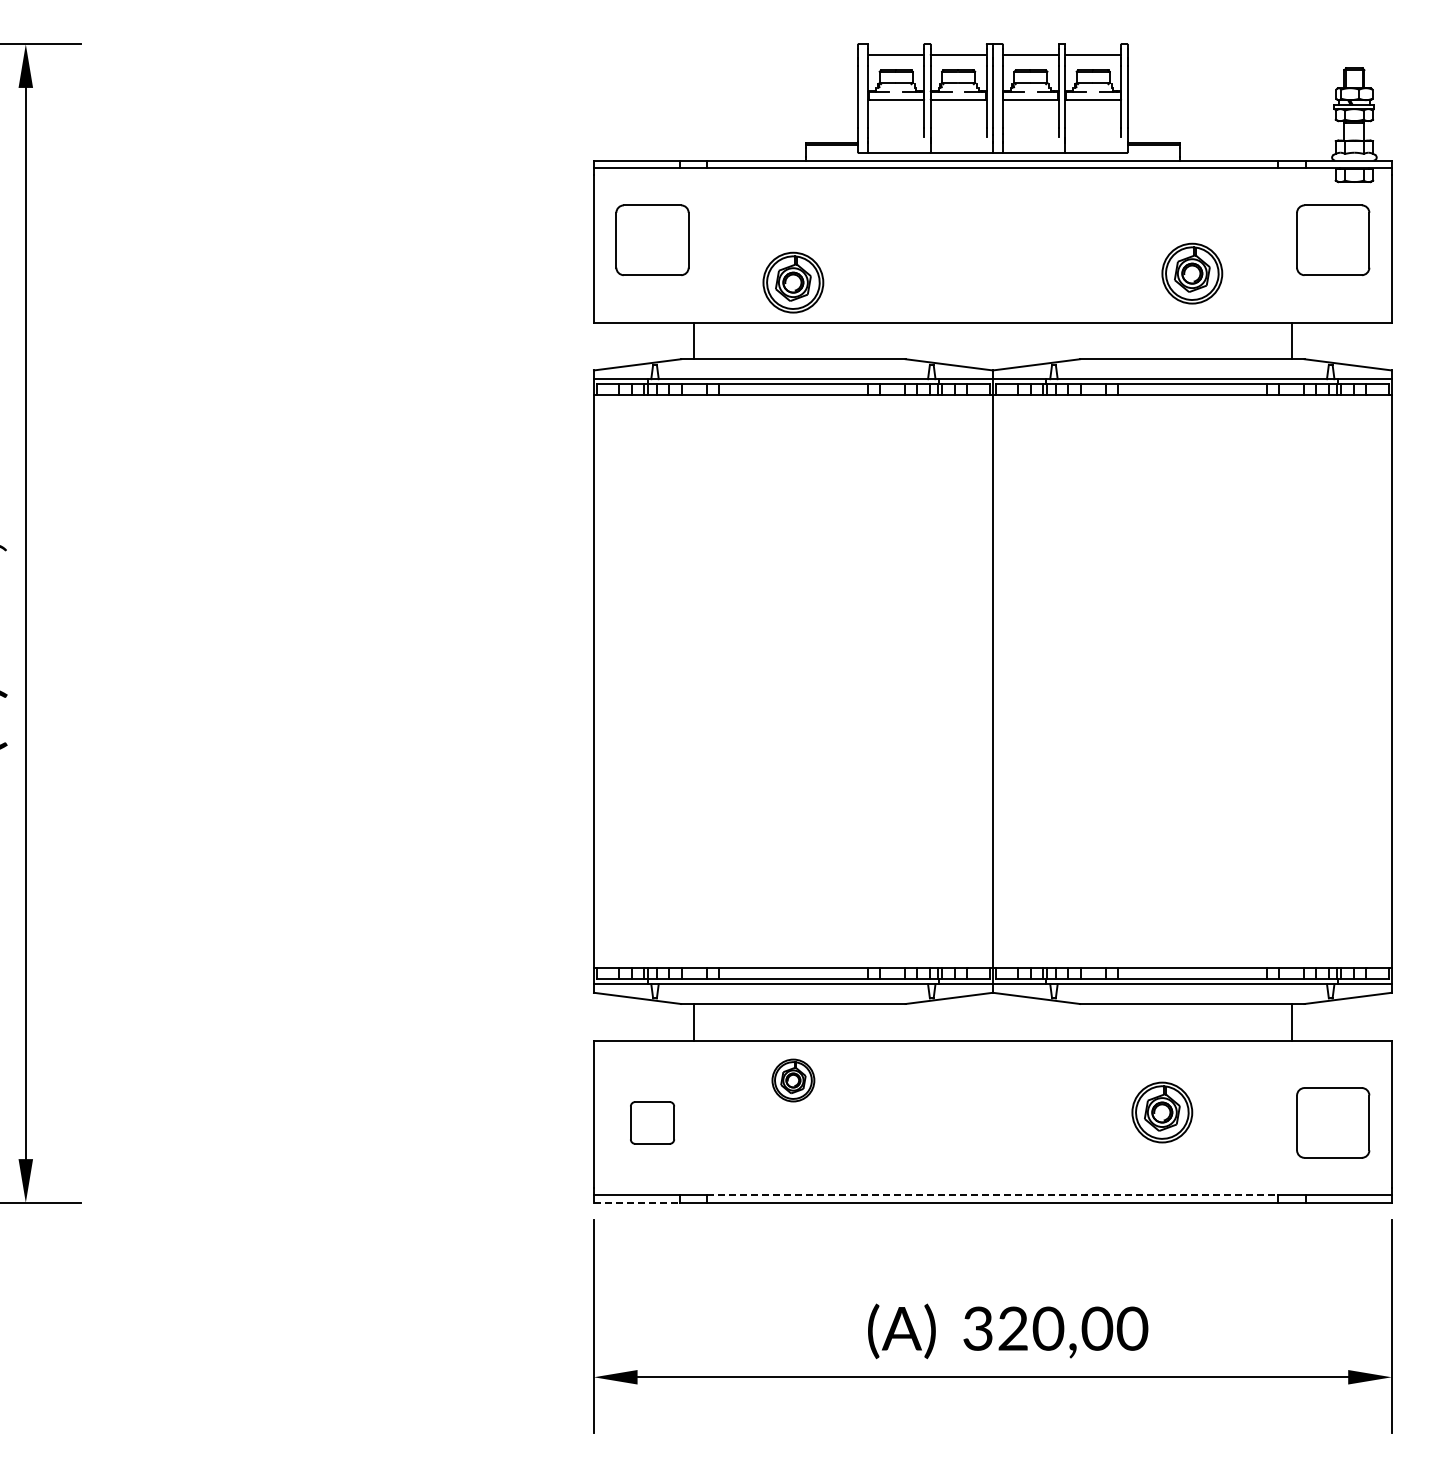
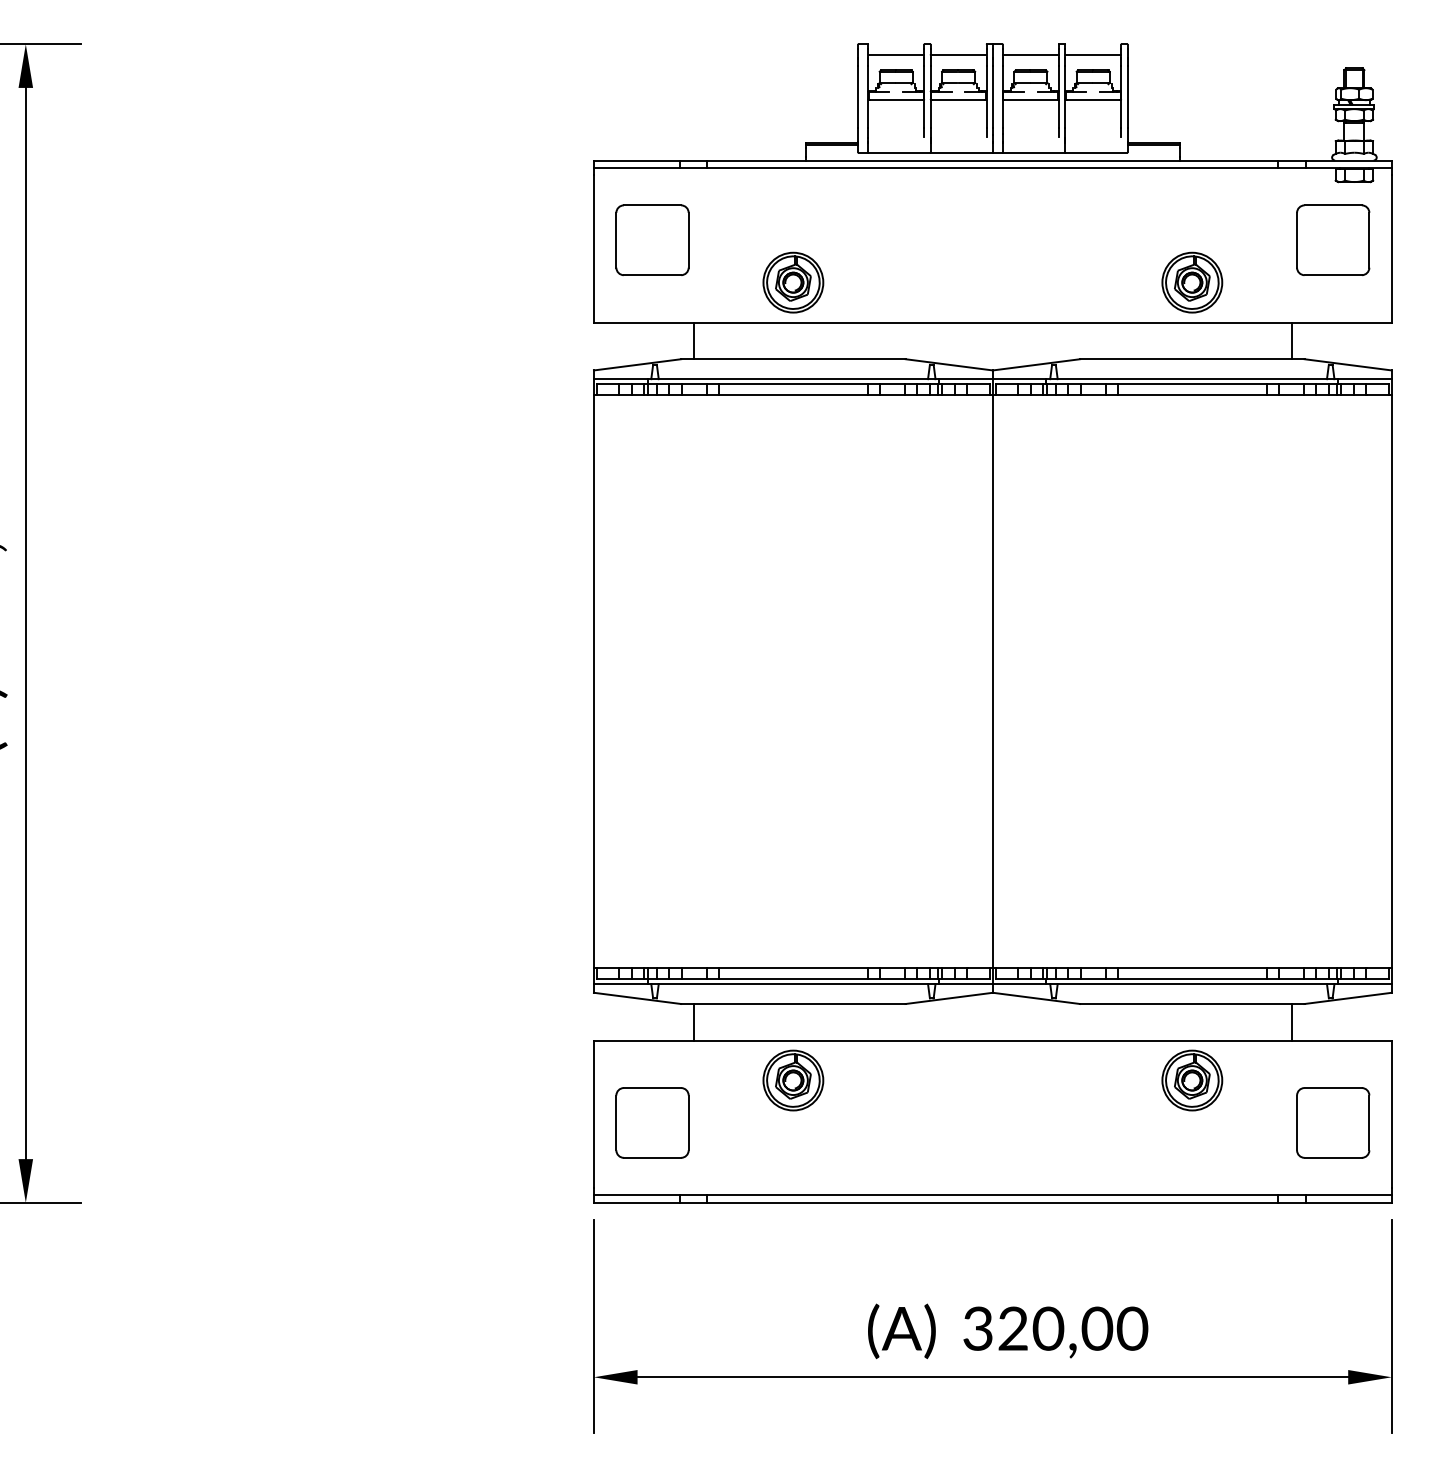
part at (1192, 273) position: (1192, 273) -> (1192, 282)
part at (793, 1080) size: 45x45 px -> 63x63 px
part at (1162, 1112) position: (1162, 1112) -> (1192, 1080)
part at (652, 1122) size: 45x44 px -> 75x72 px
line at (993, 1195): dashed -> solid
line at (637, 1202): dashed -> solid
